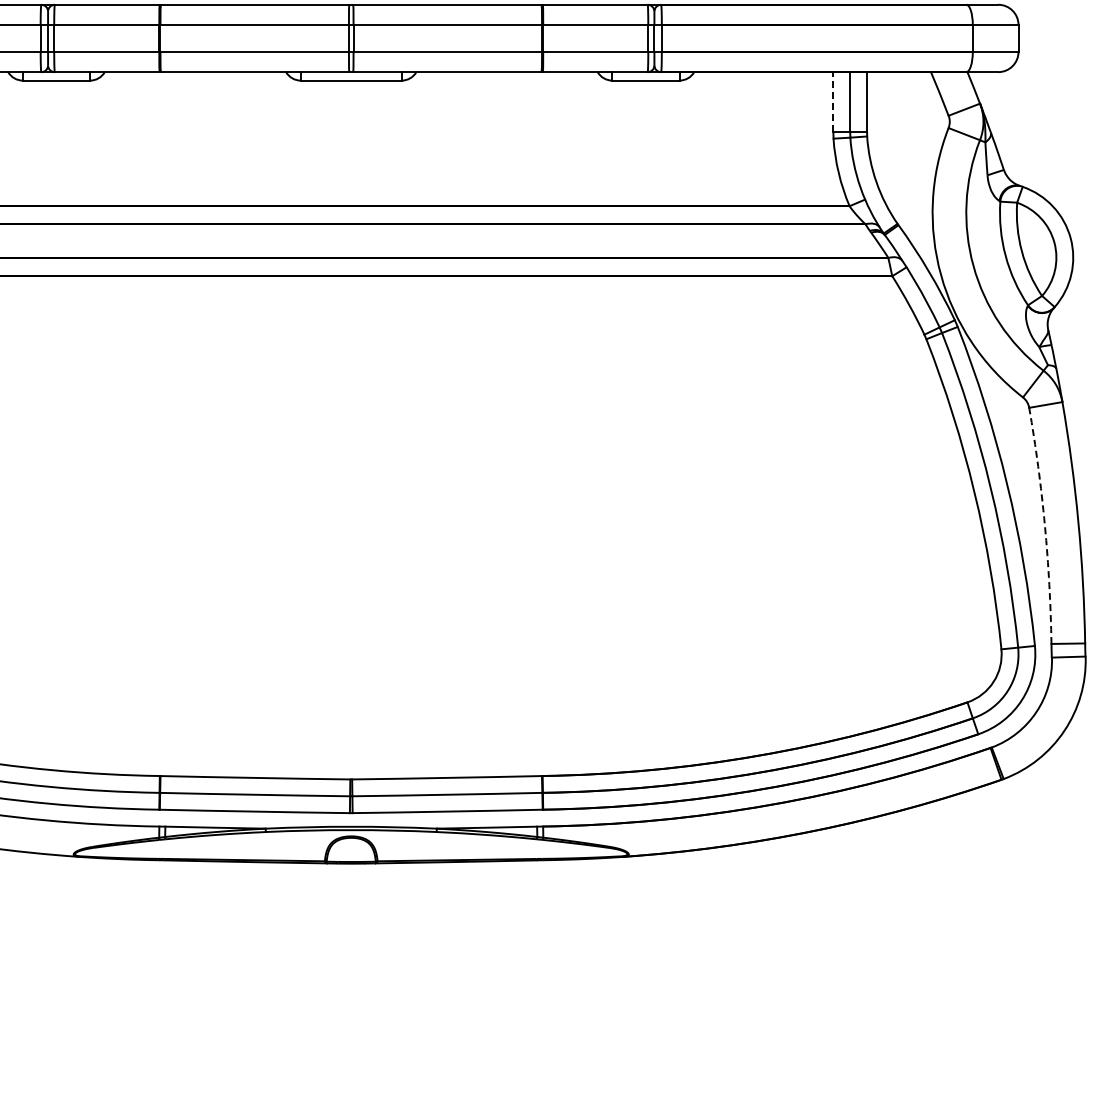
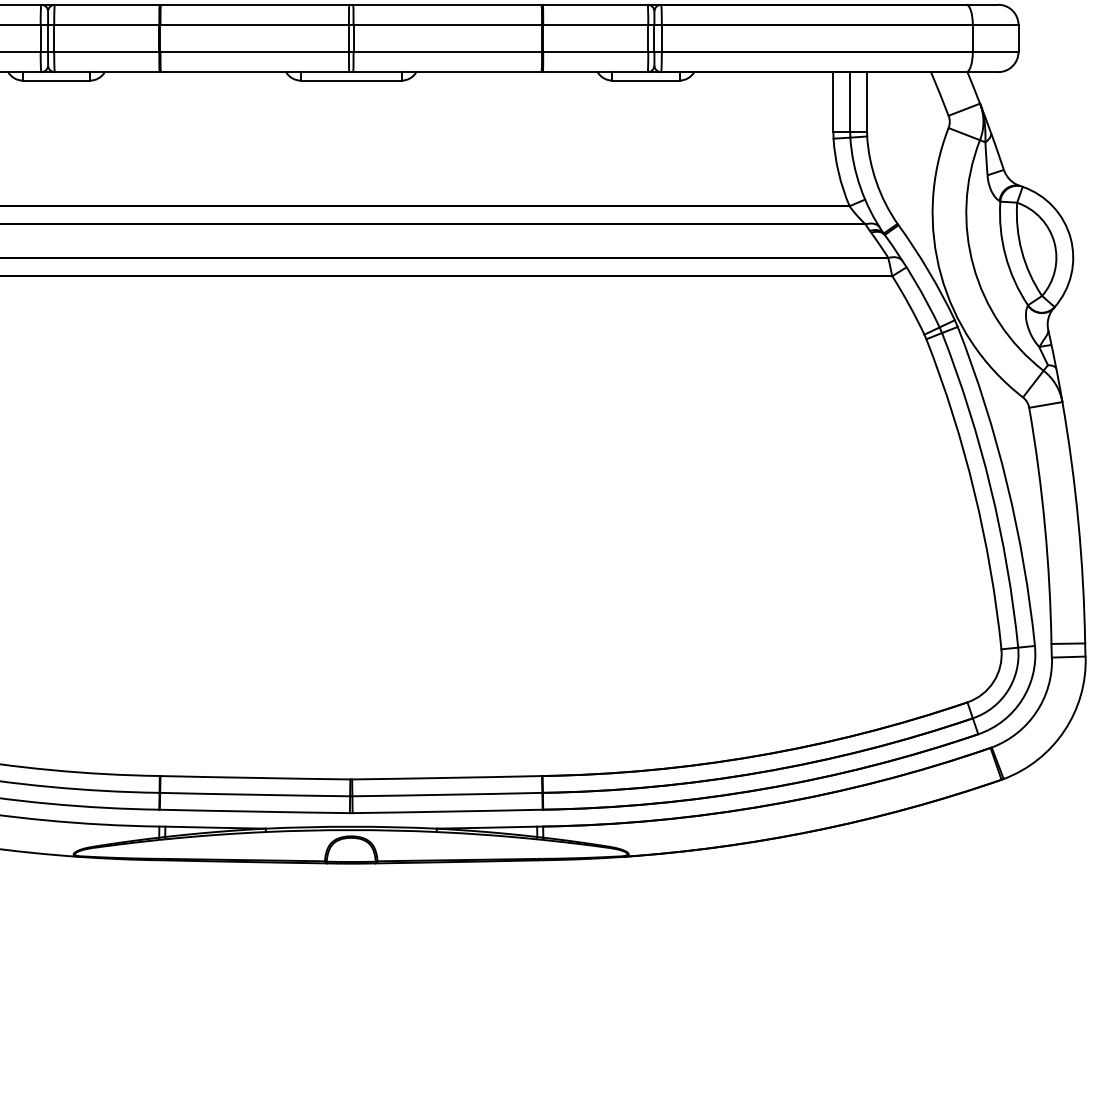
line at (833, 102): dashed -> solid
arc at (1044, 525): dashed -> solid
